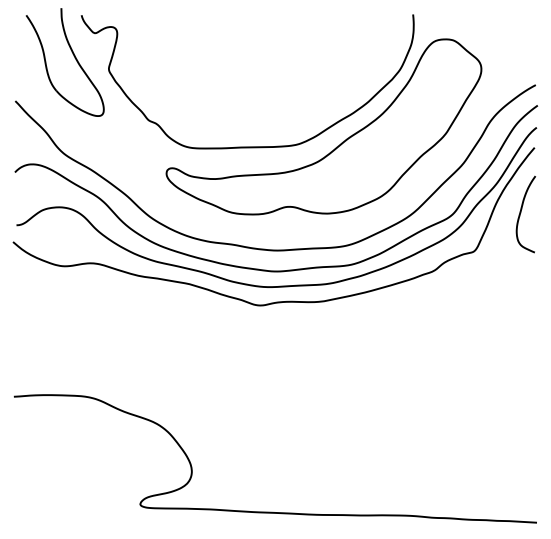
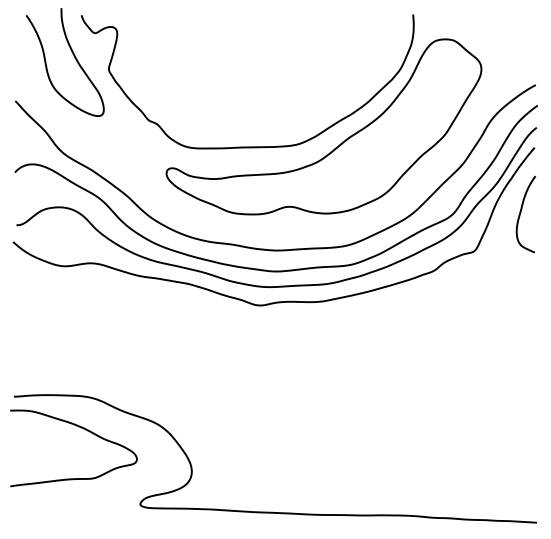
curve at (83, 429): none -> present
